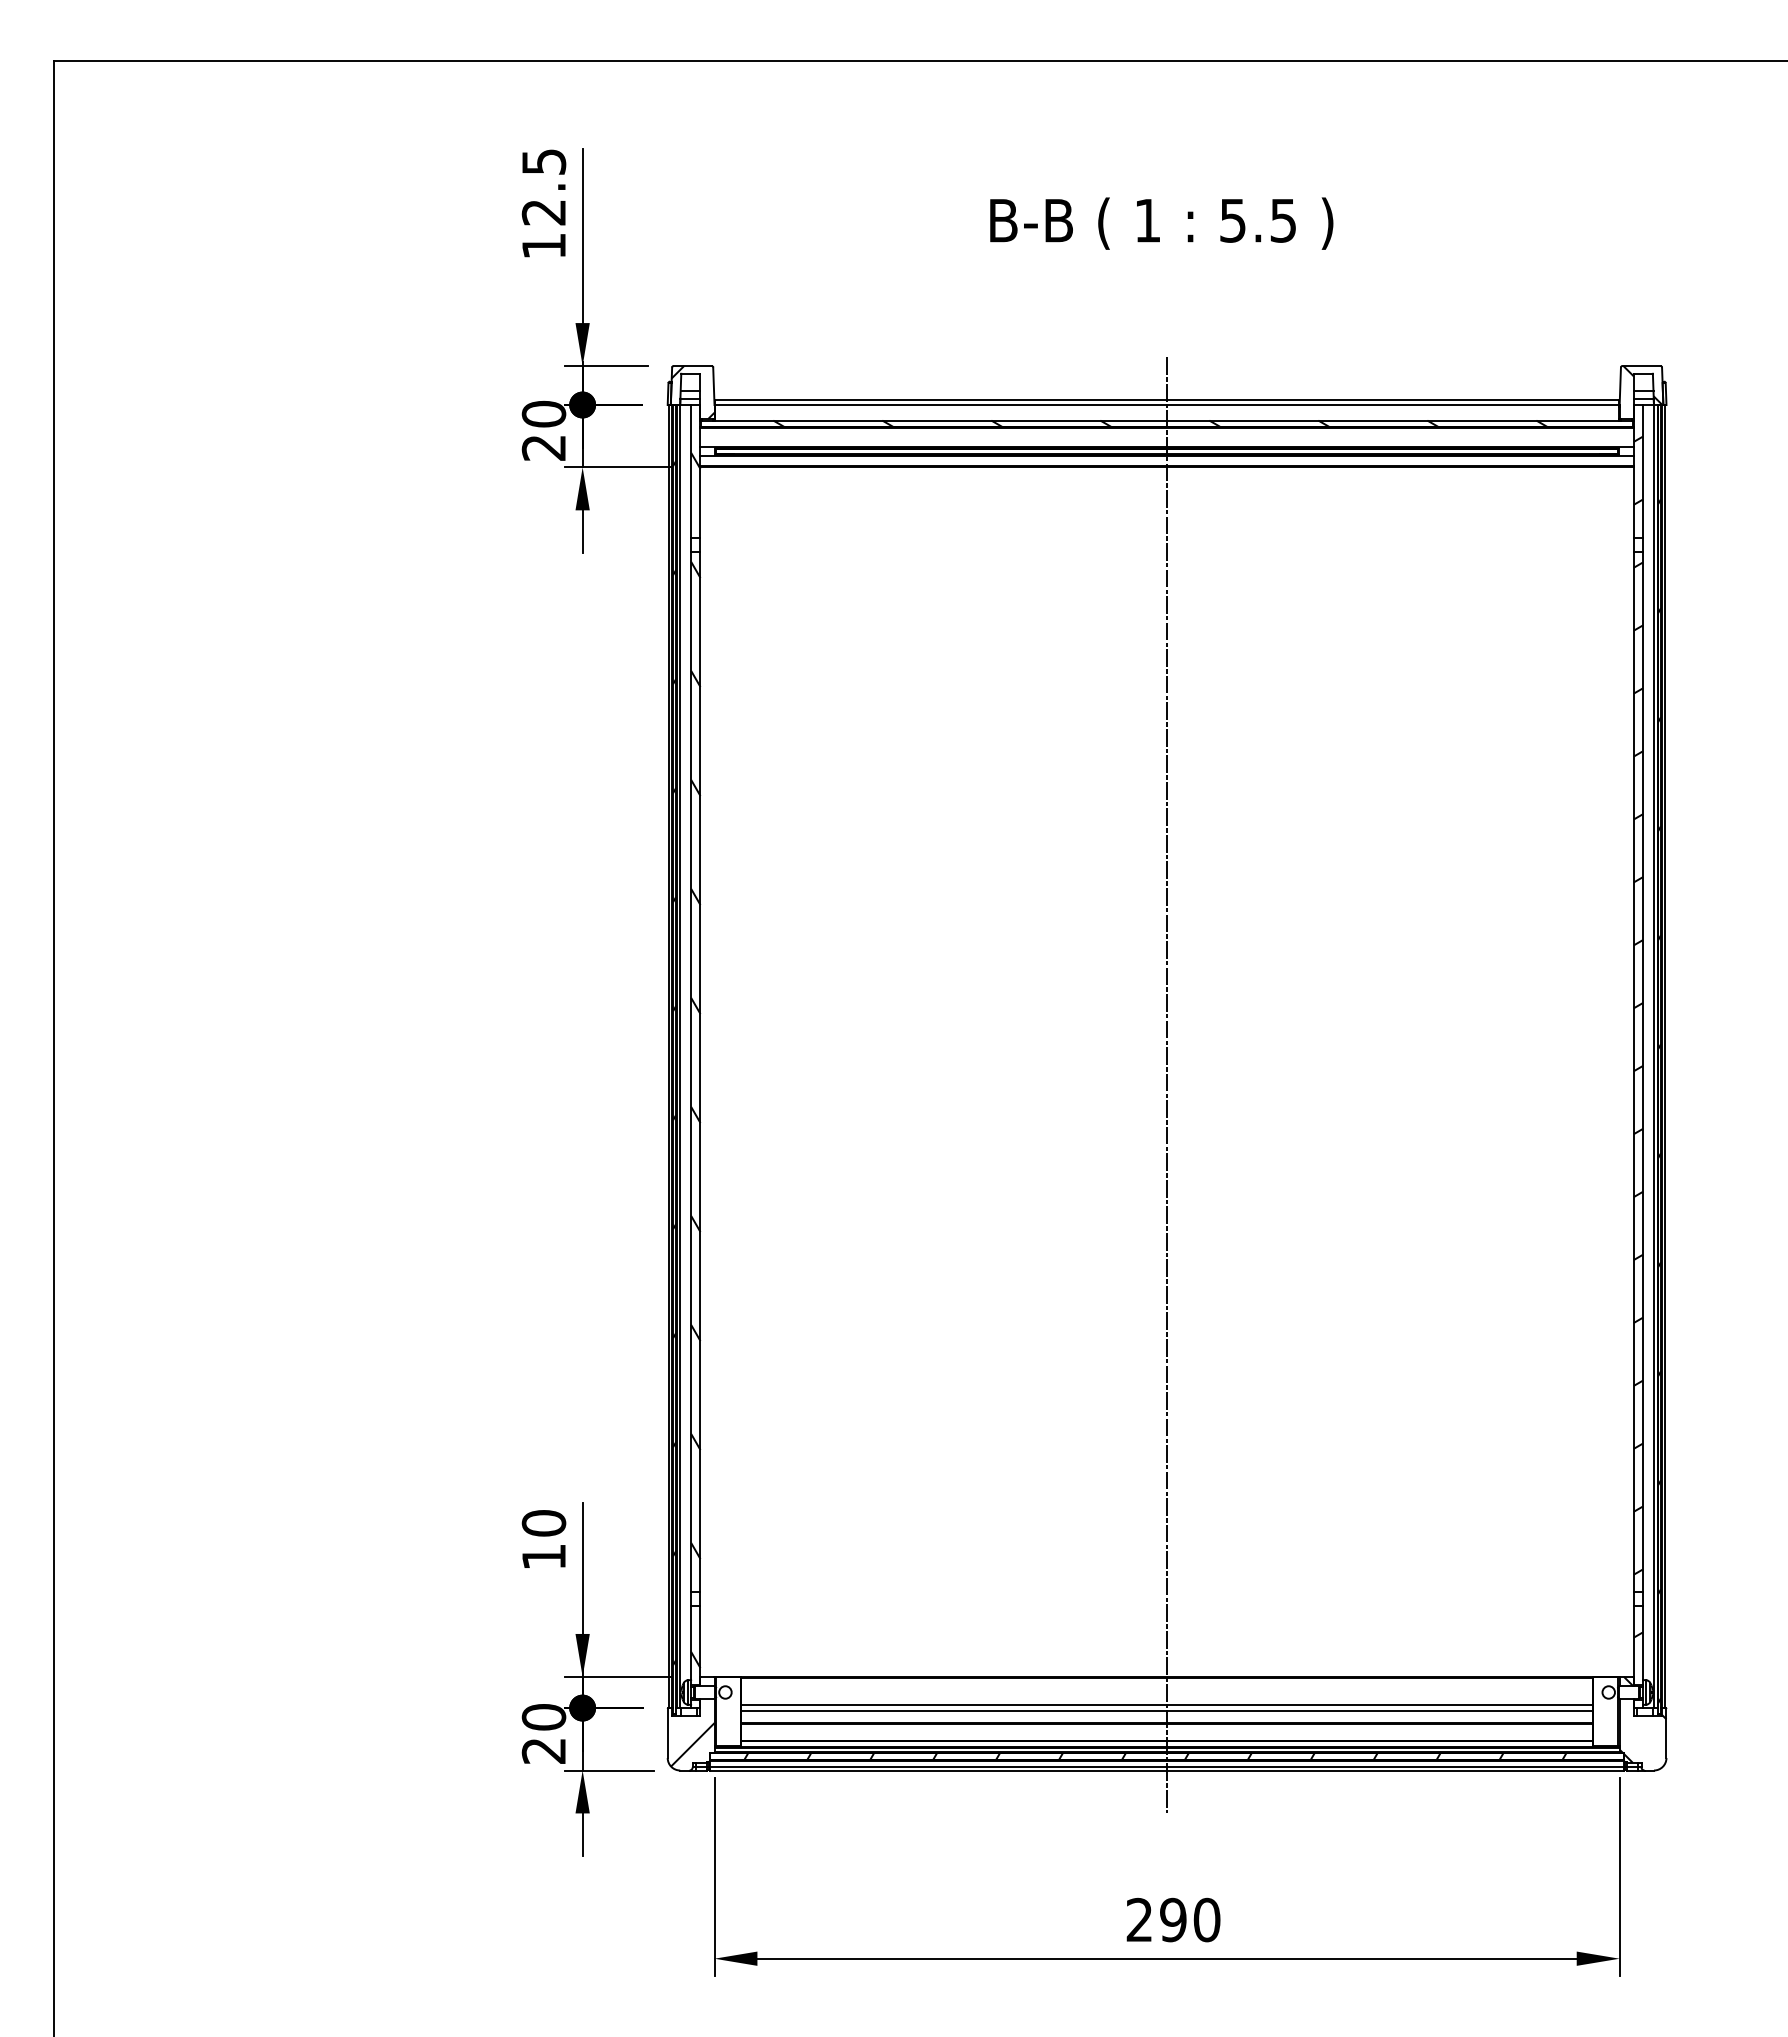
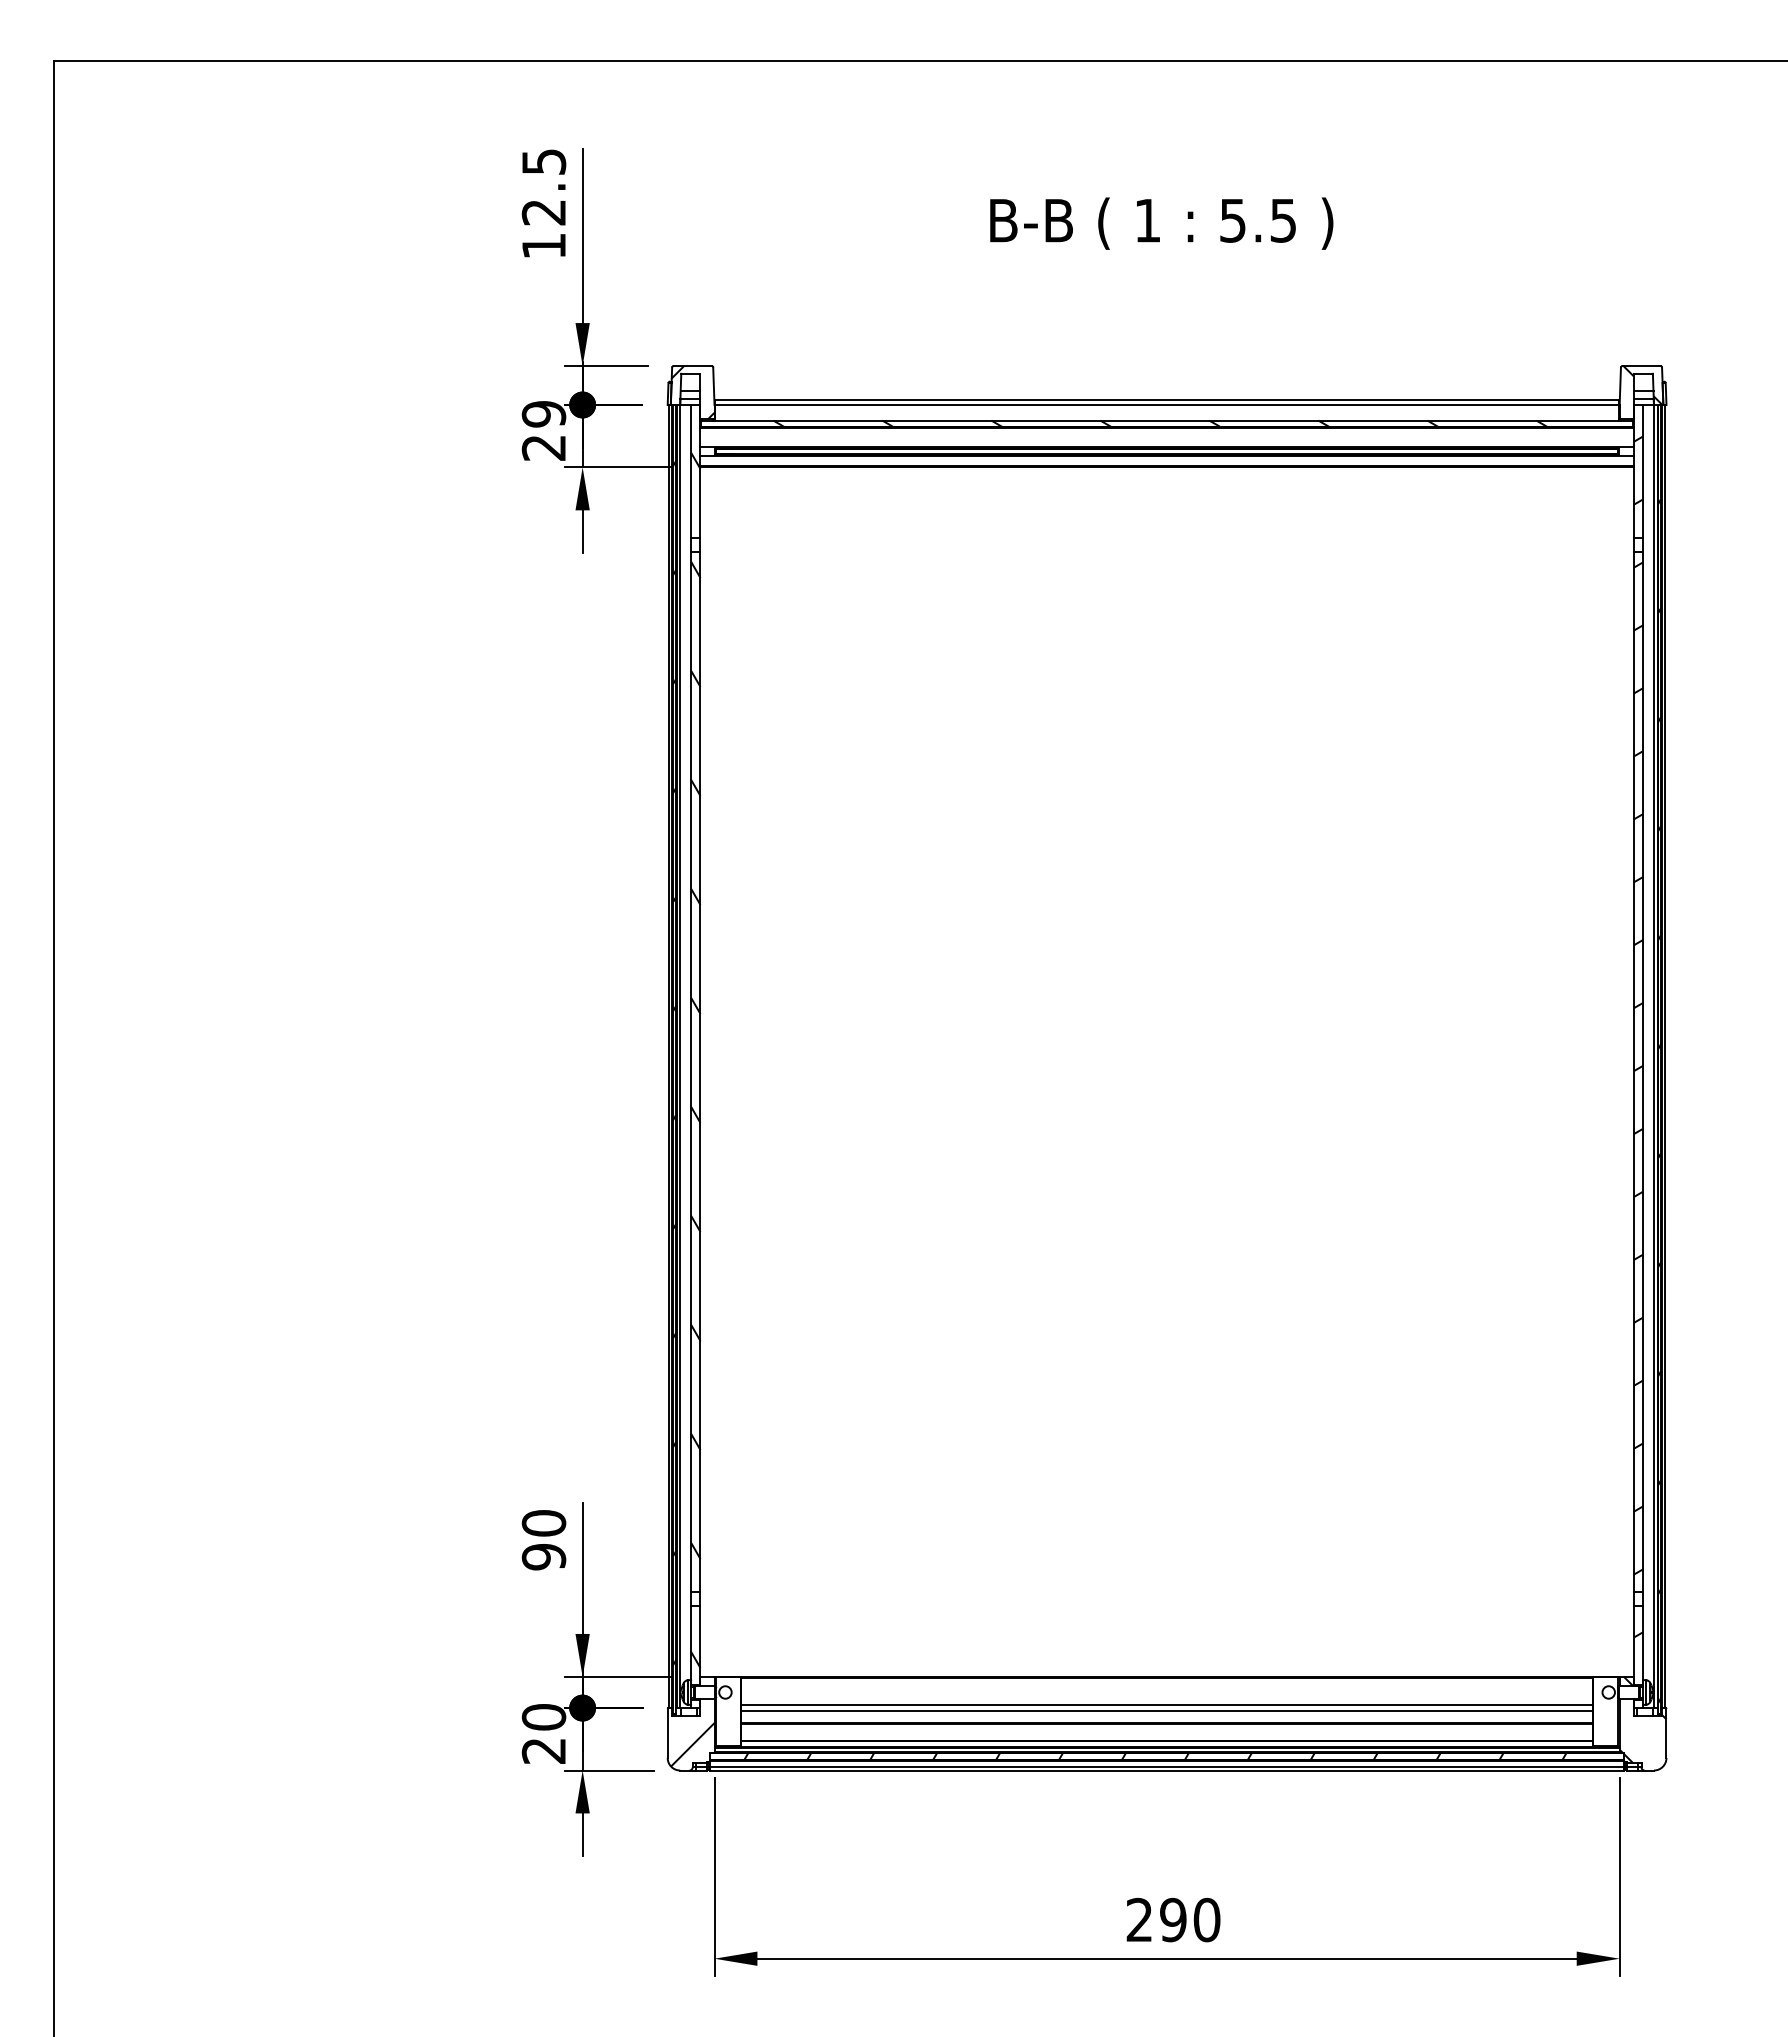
text at (544, 413): 20 -> 29
line at (1167, 1085): present -> none
text at (543, 1557): 10 -> 90
